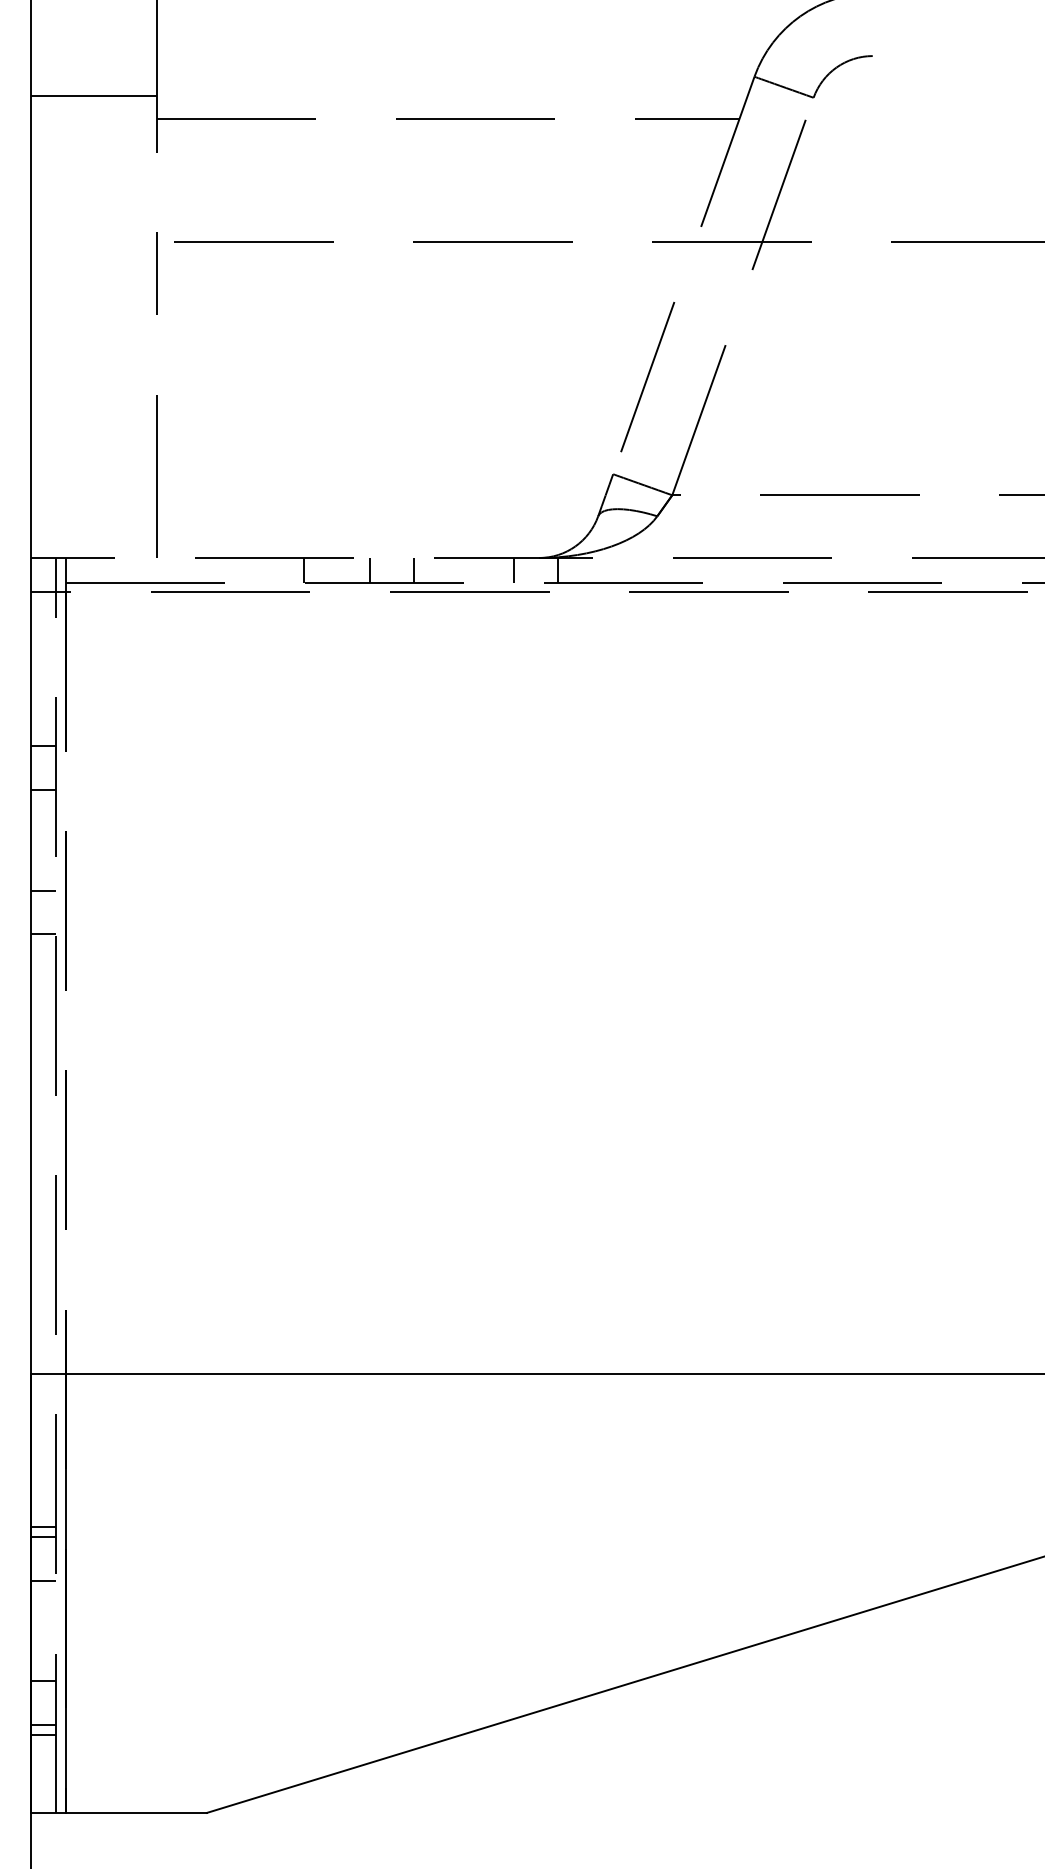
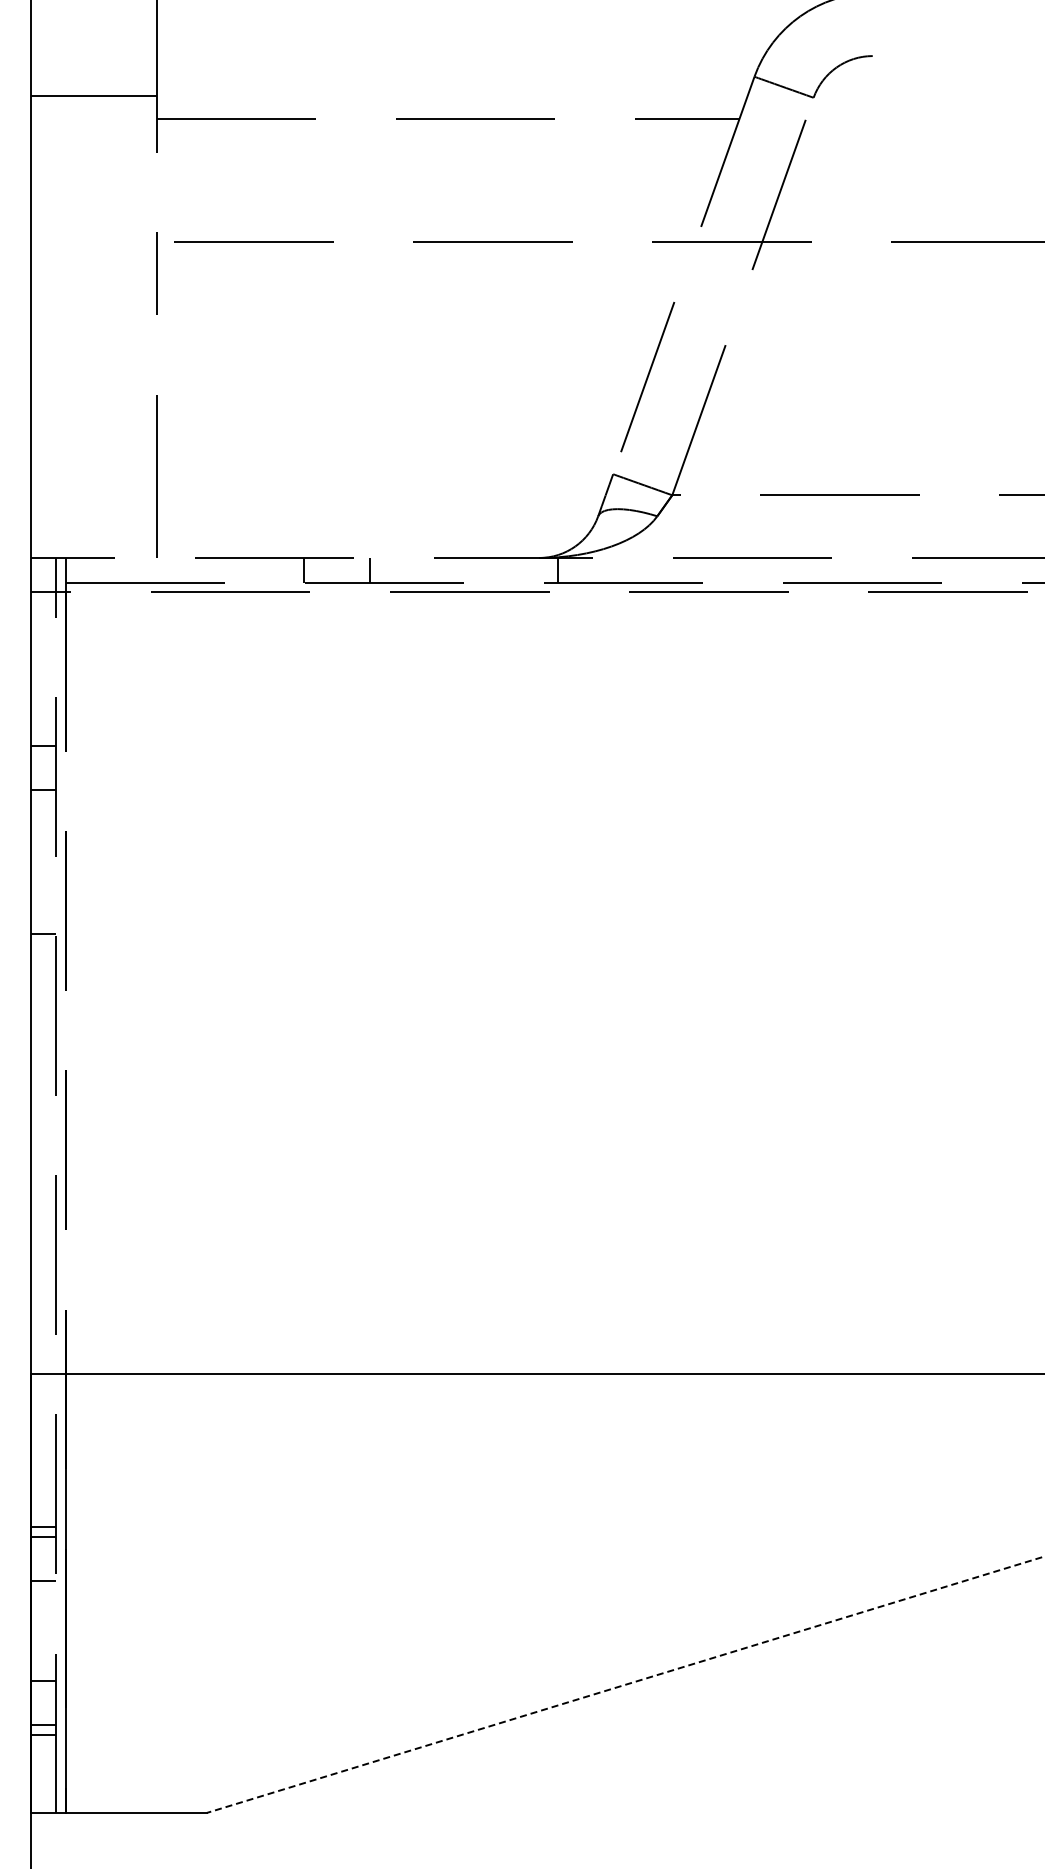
line at (413, 570): present -> none
line at (514, 570): present -> none
line at (43, 890): present -> none
line at (625, 1684): solid -> dashed
